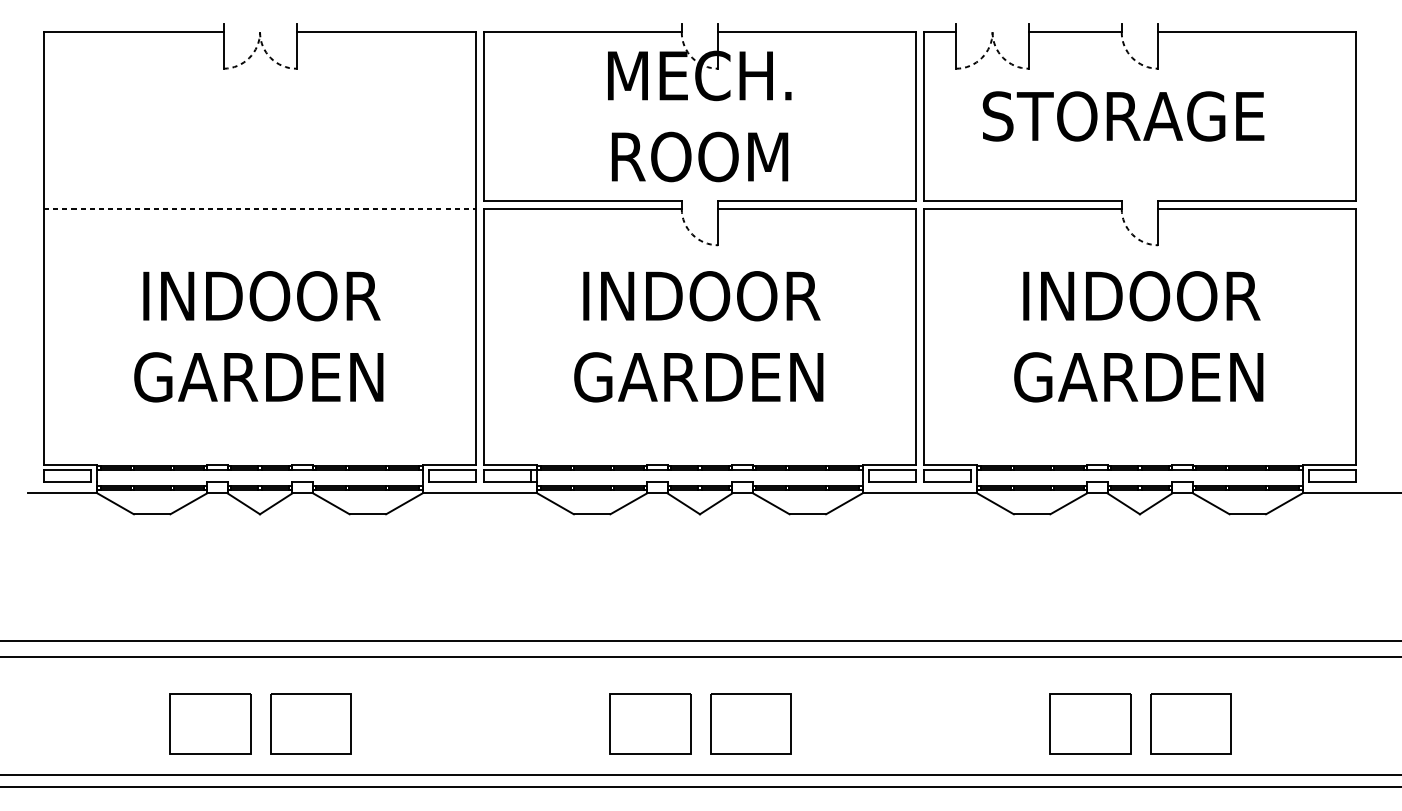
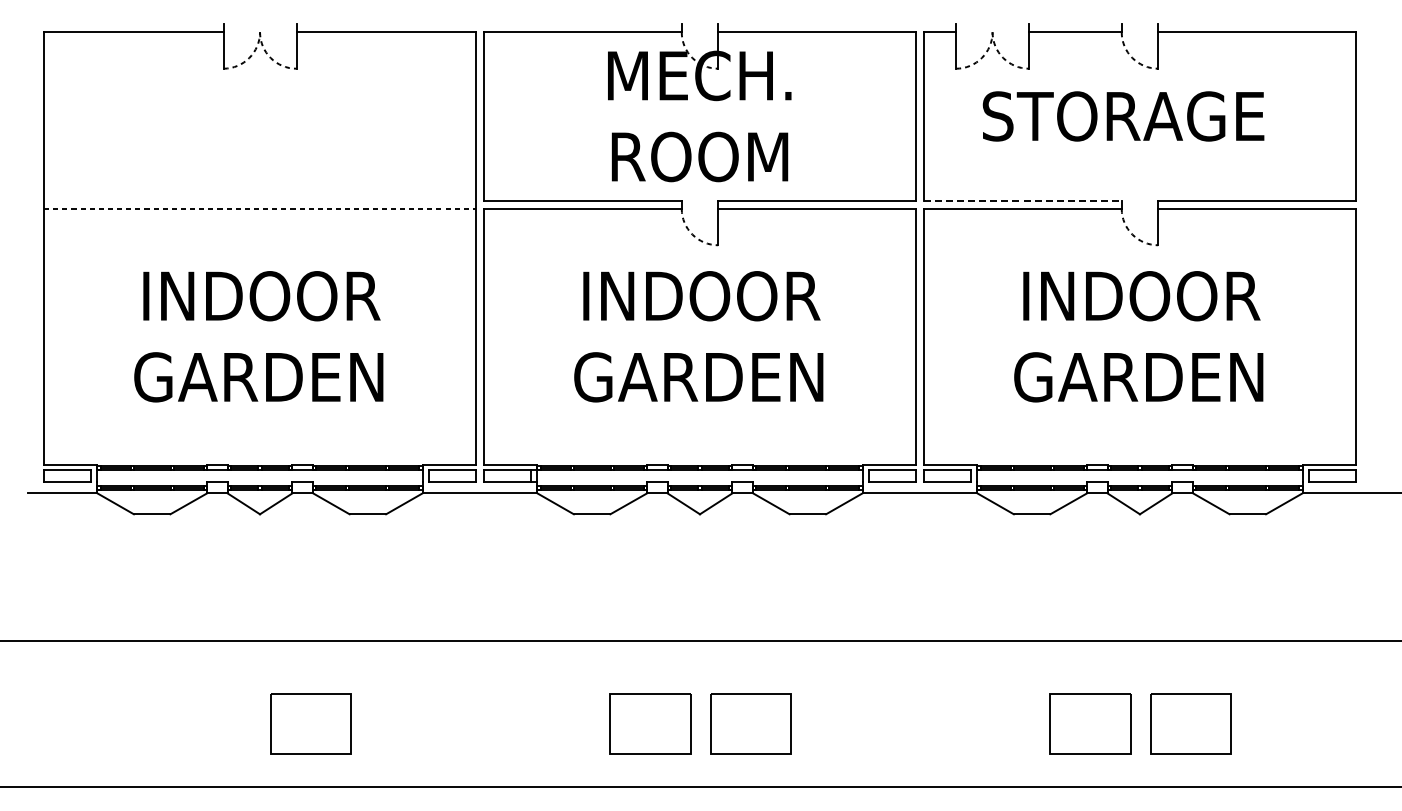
line at (1022, 200): solid -> dashed
line at (700, 656): present -> none
part at (210, 723): present -> none
line at (700, 774): present -> none
